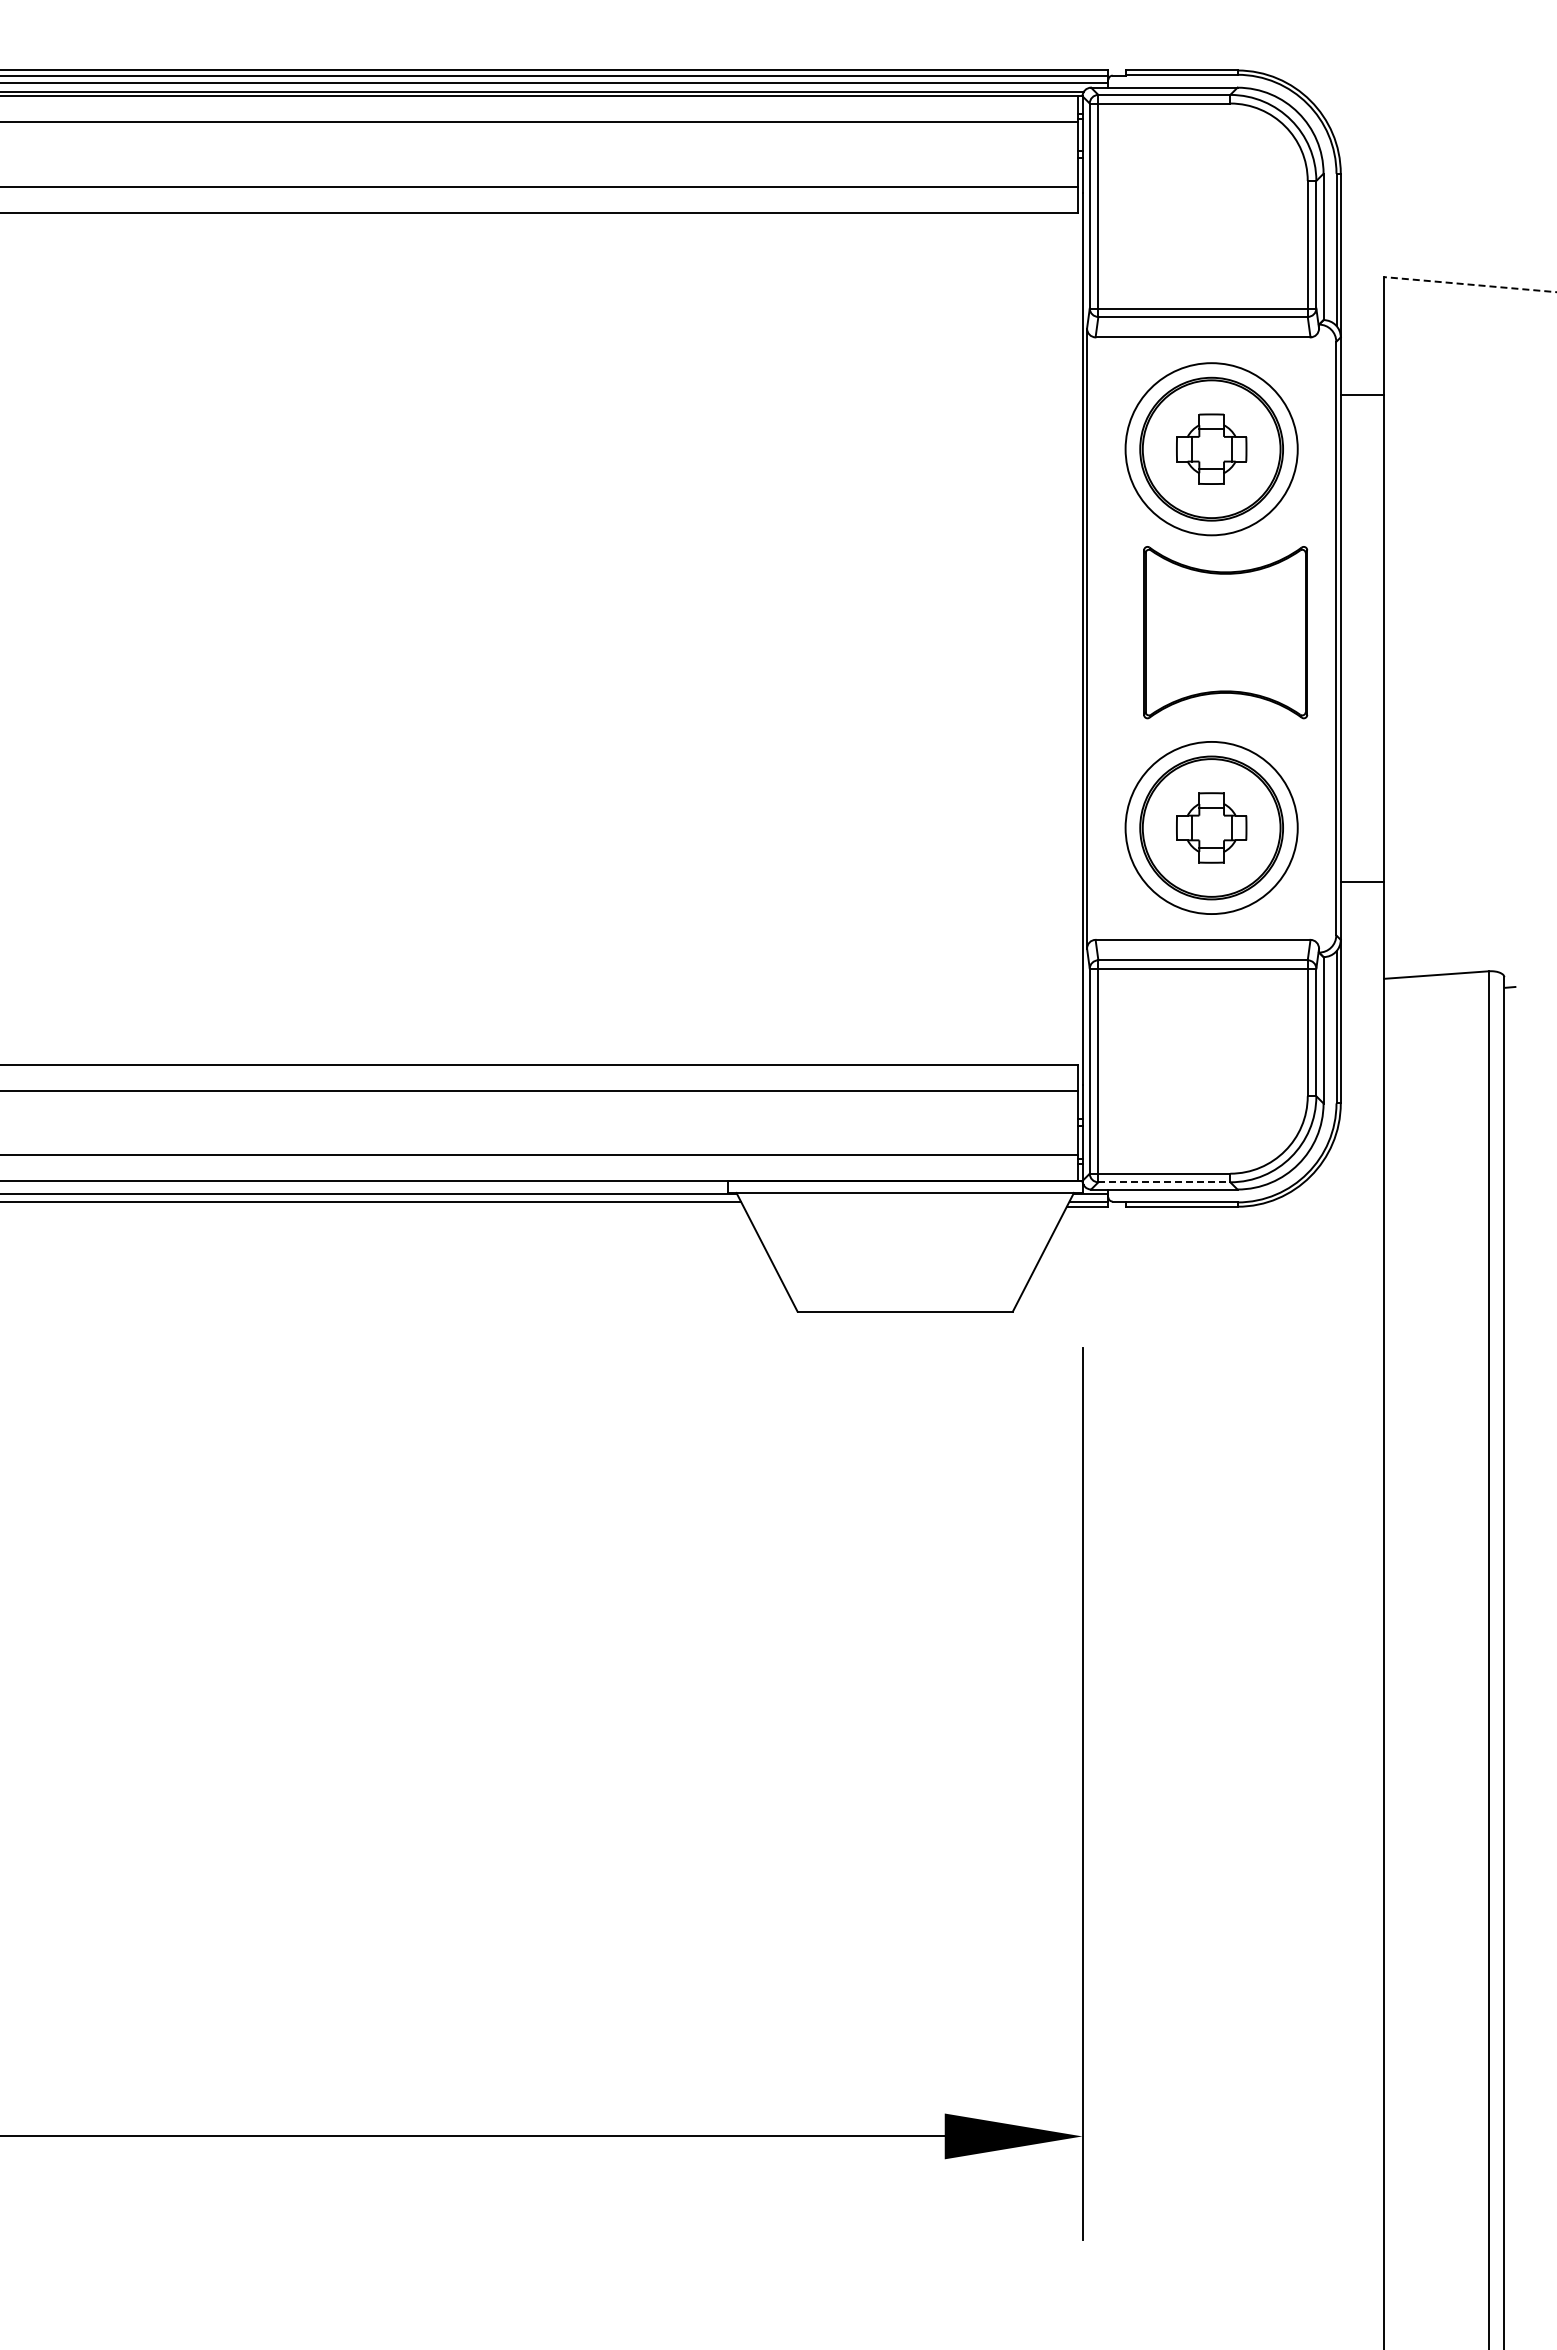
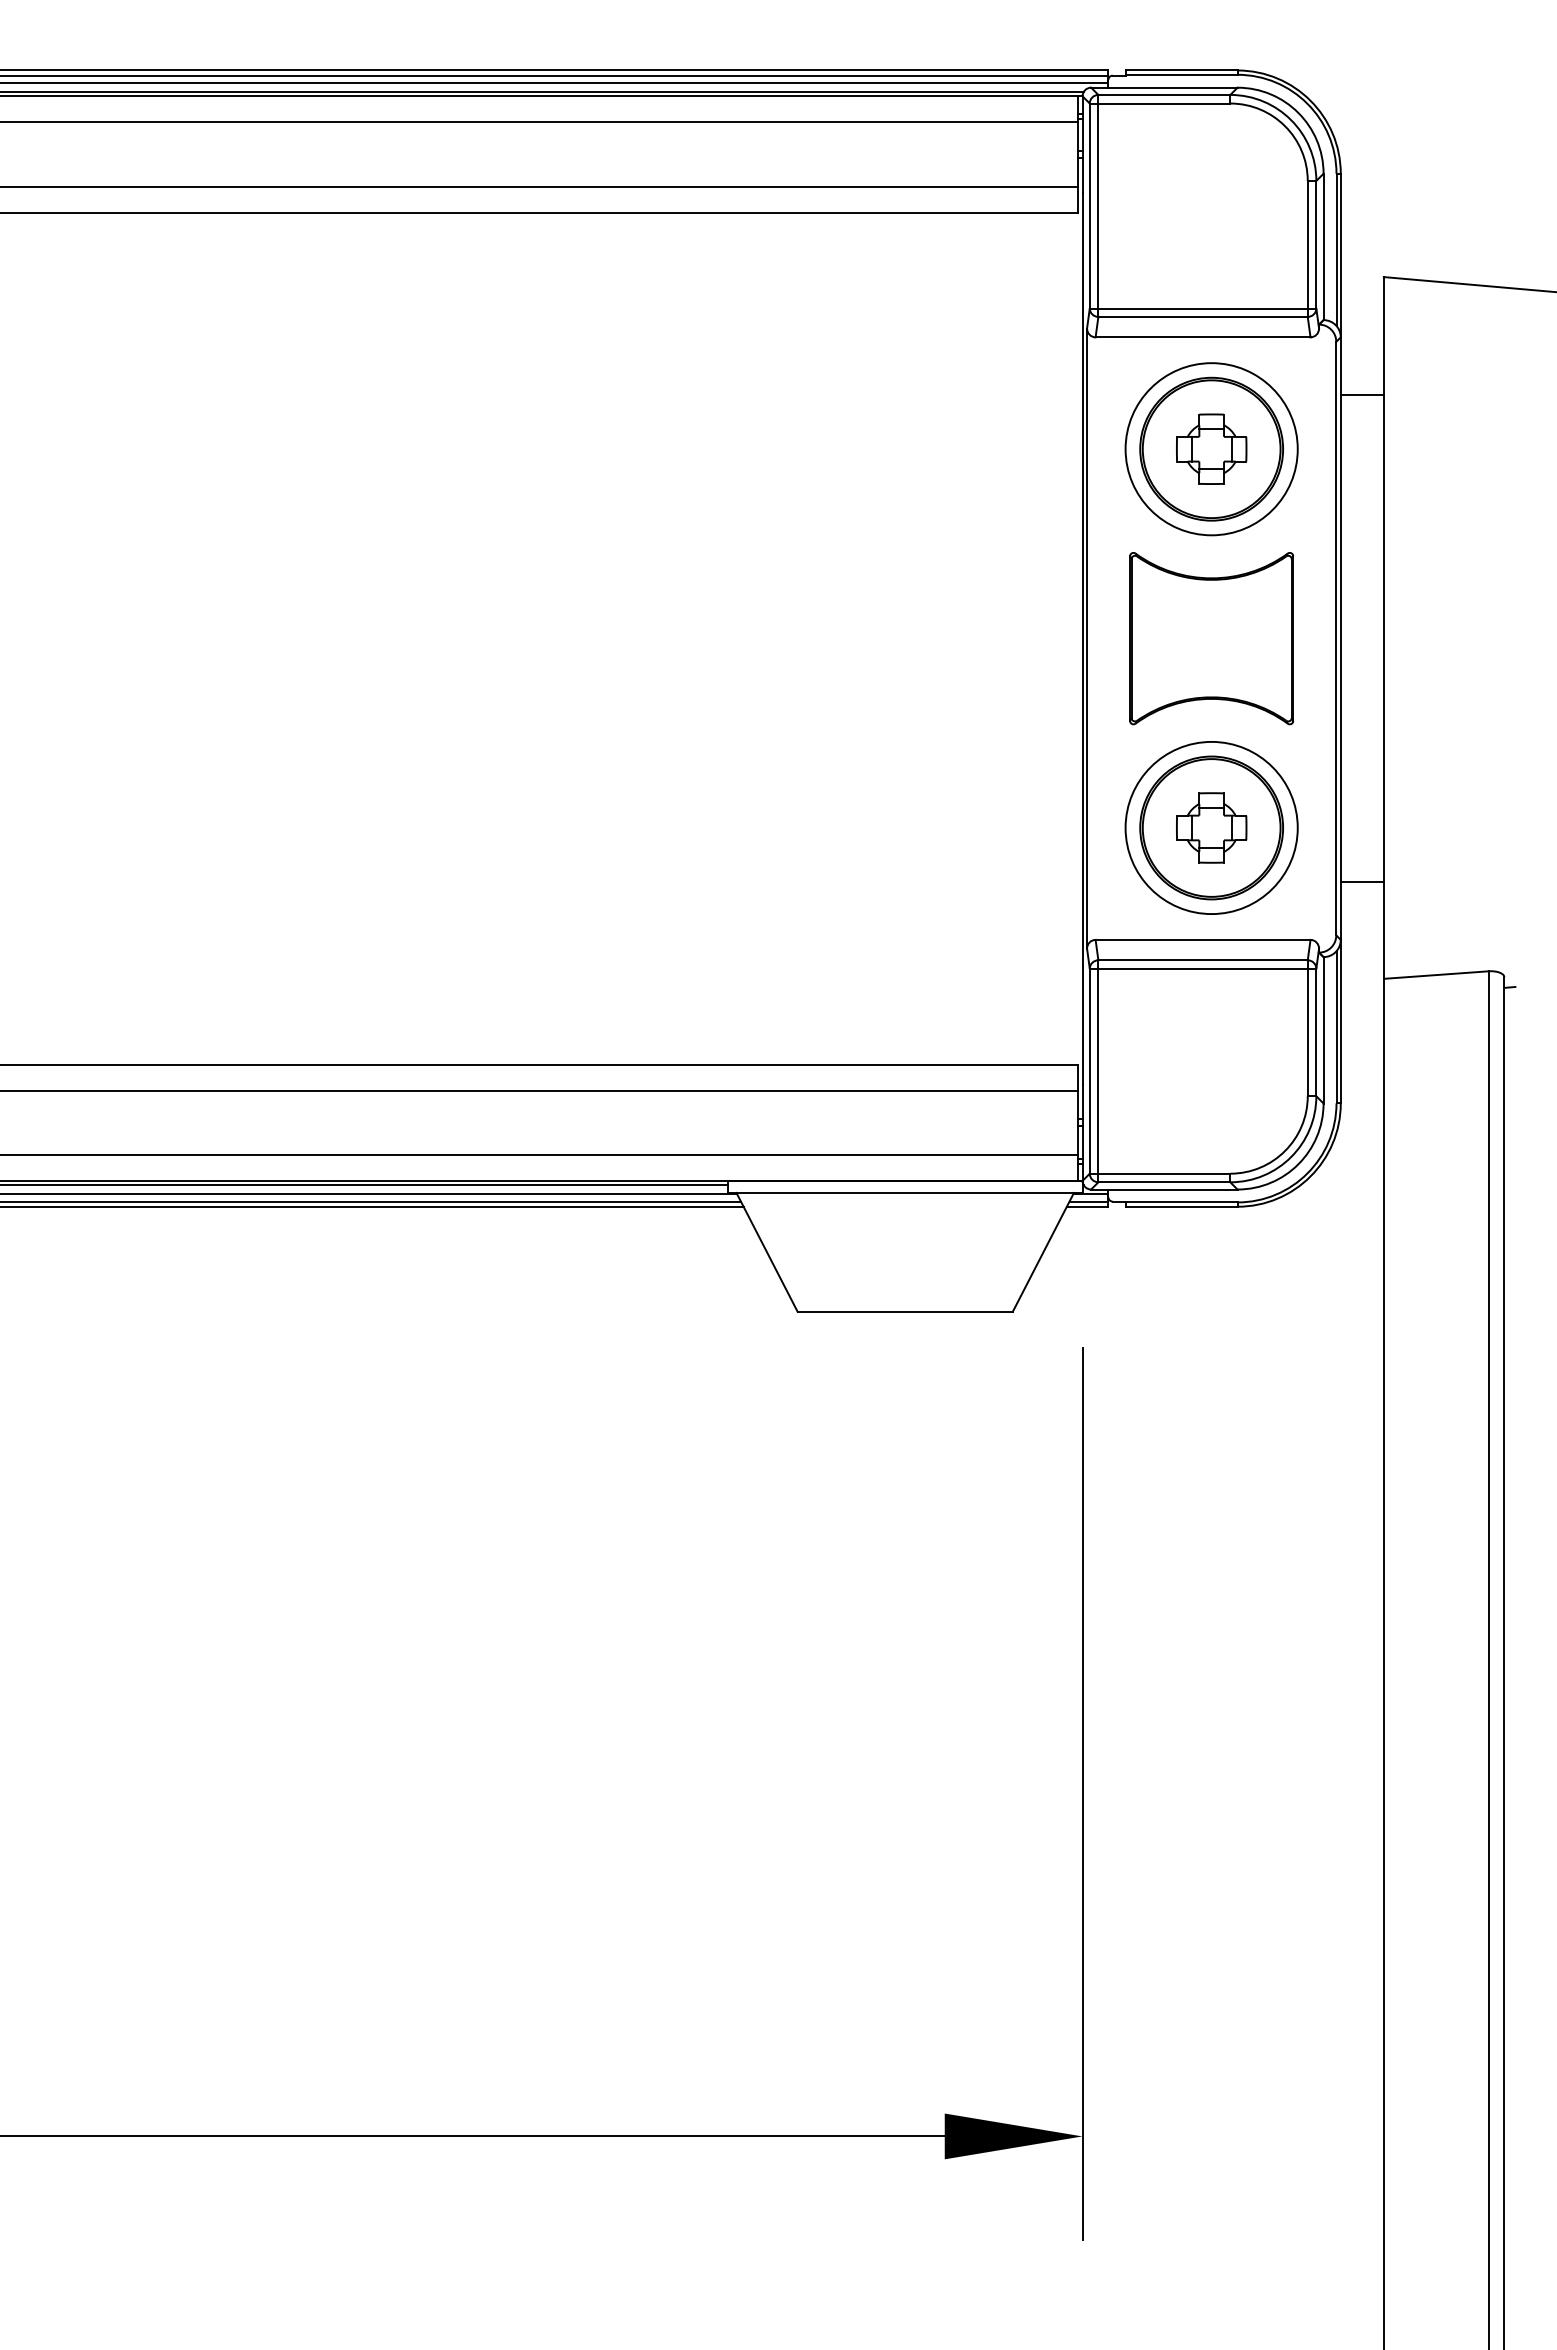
line at (1470, 284): dashed -> solid
part at (1225, 632) position: (1225, 632) -> (1211, 638)
line at (1164, 1182): dashed -> solid
line at (364, 1185): none -> present
line at (372, 1206): none -> present
